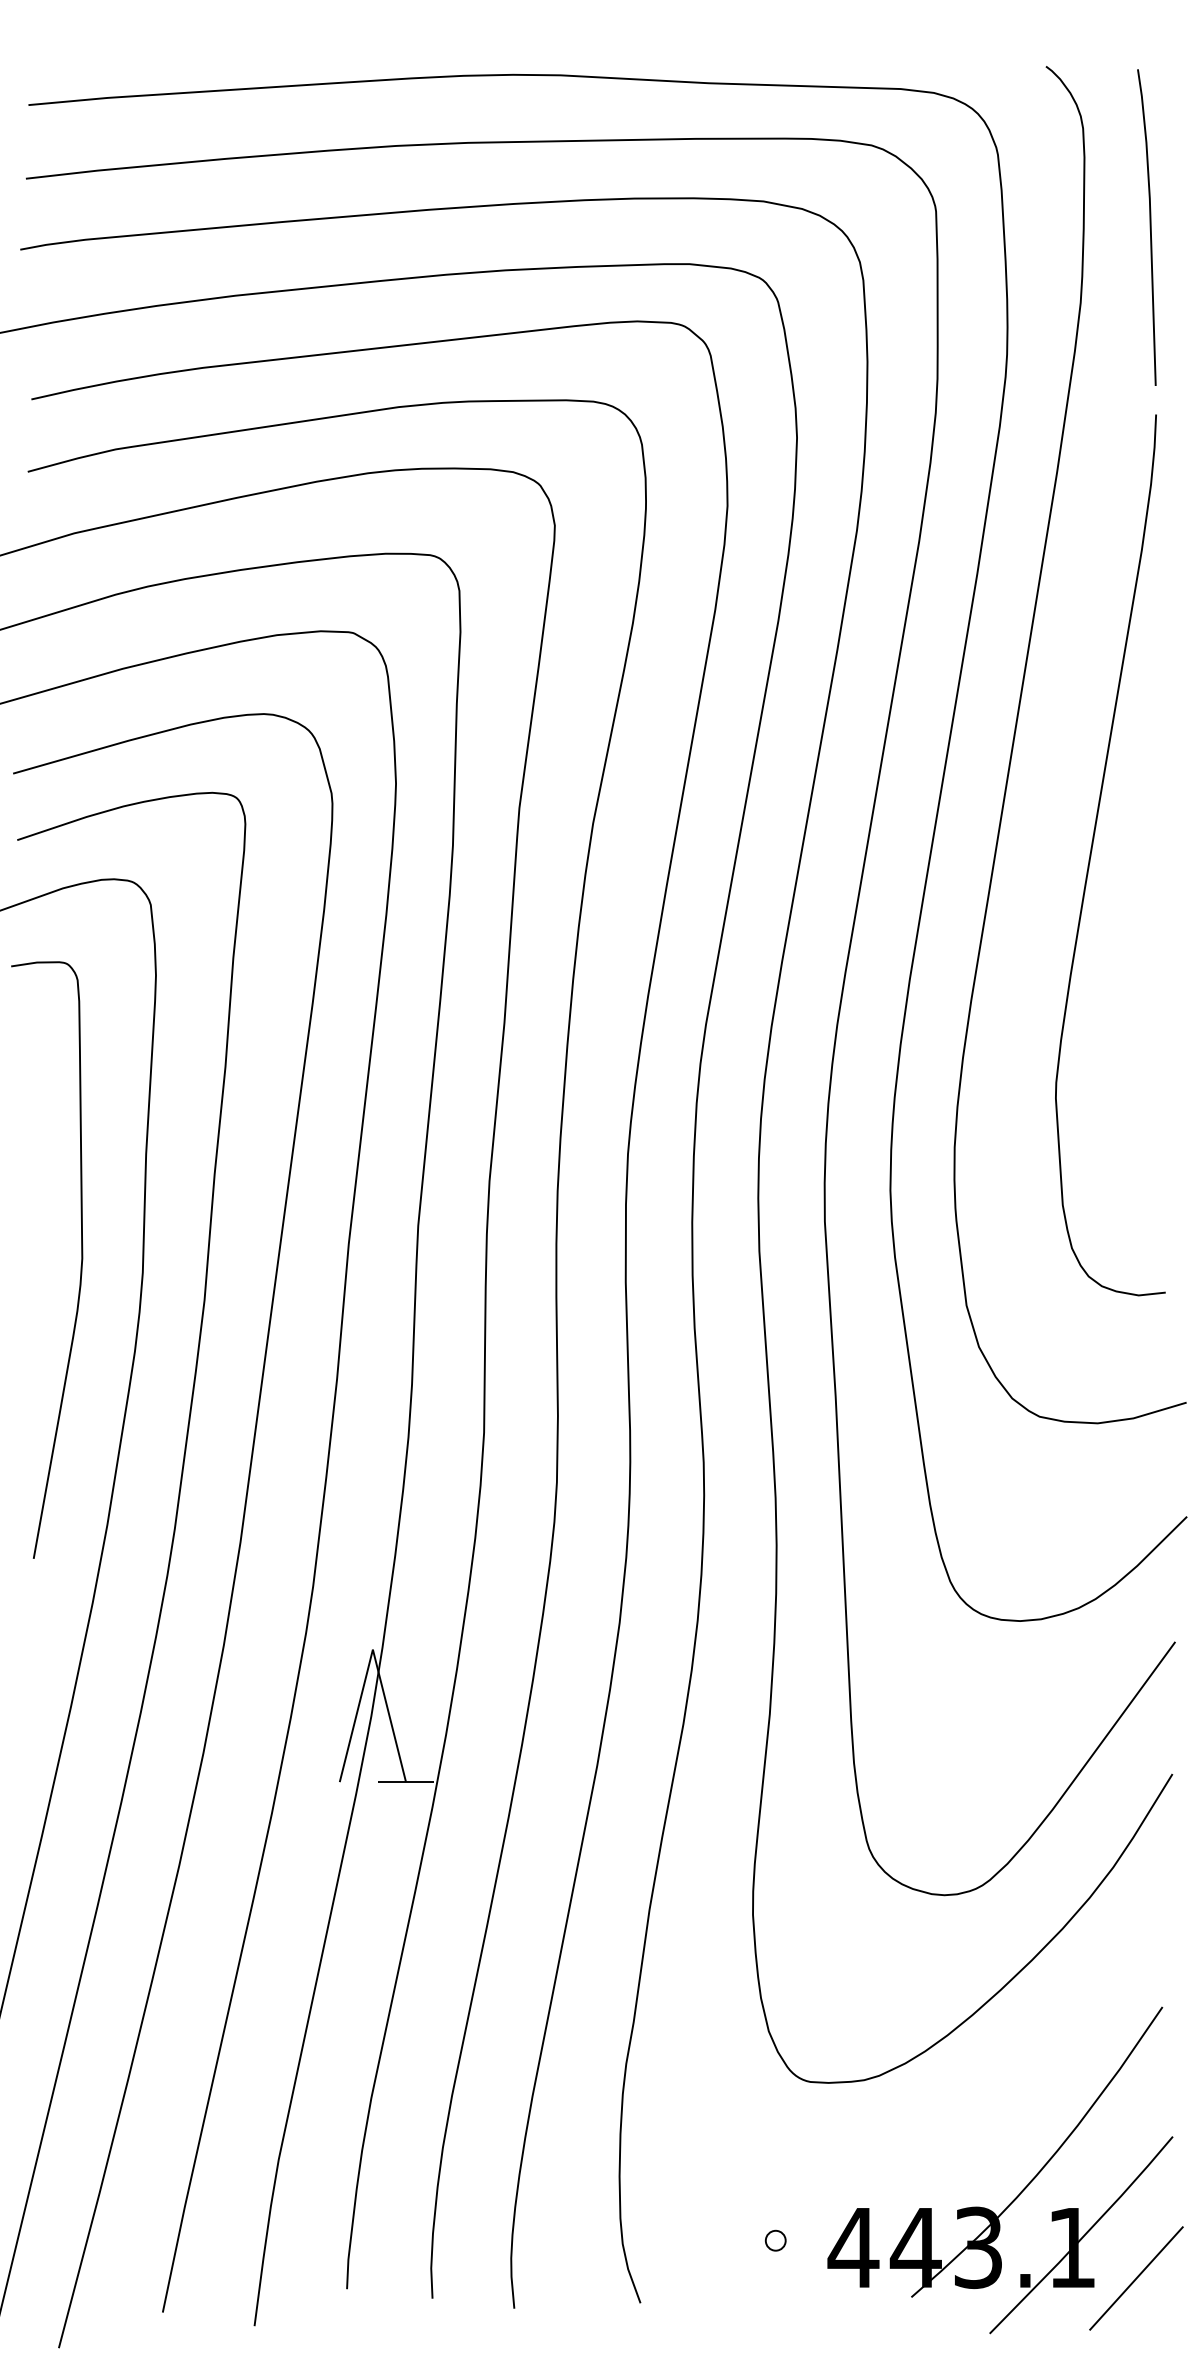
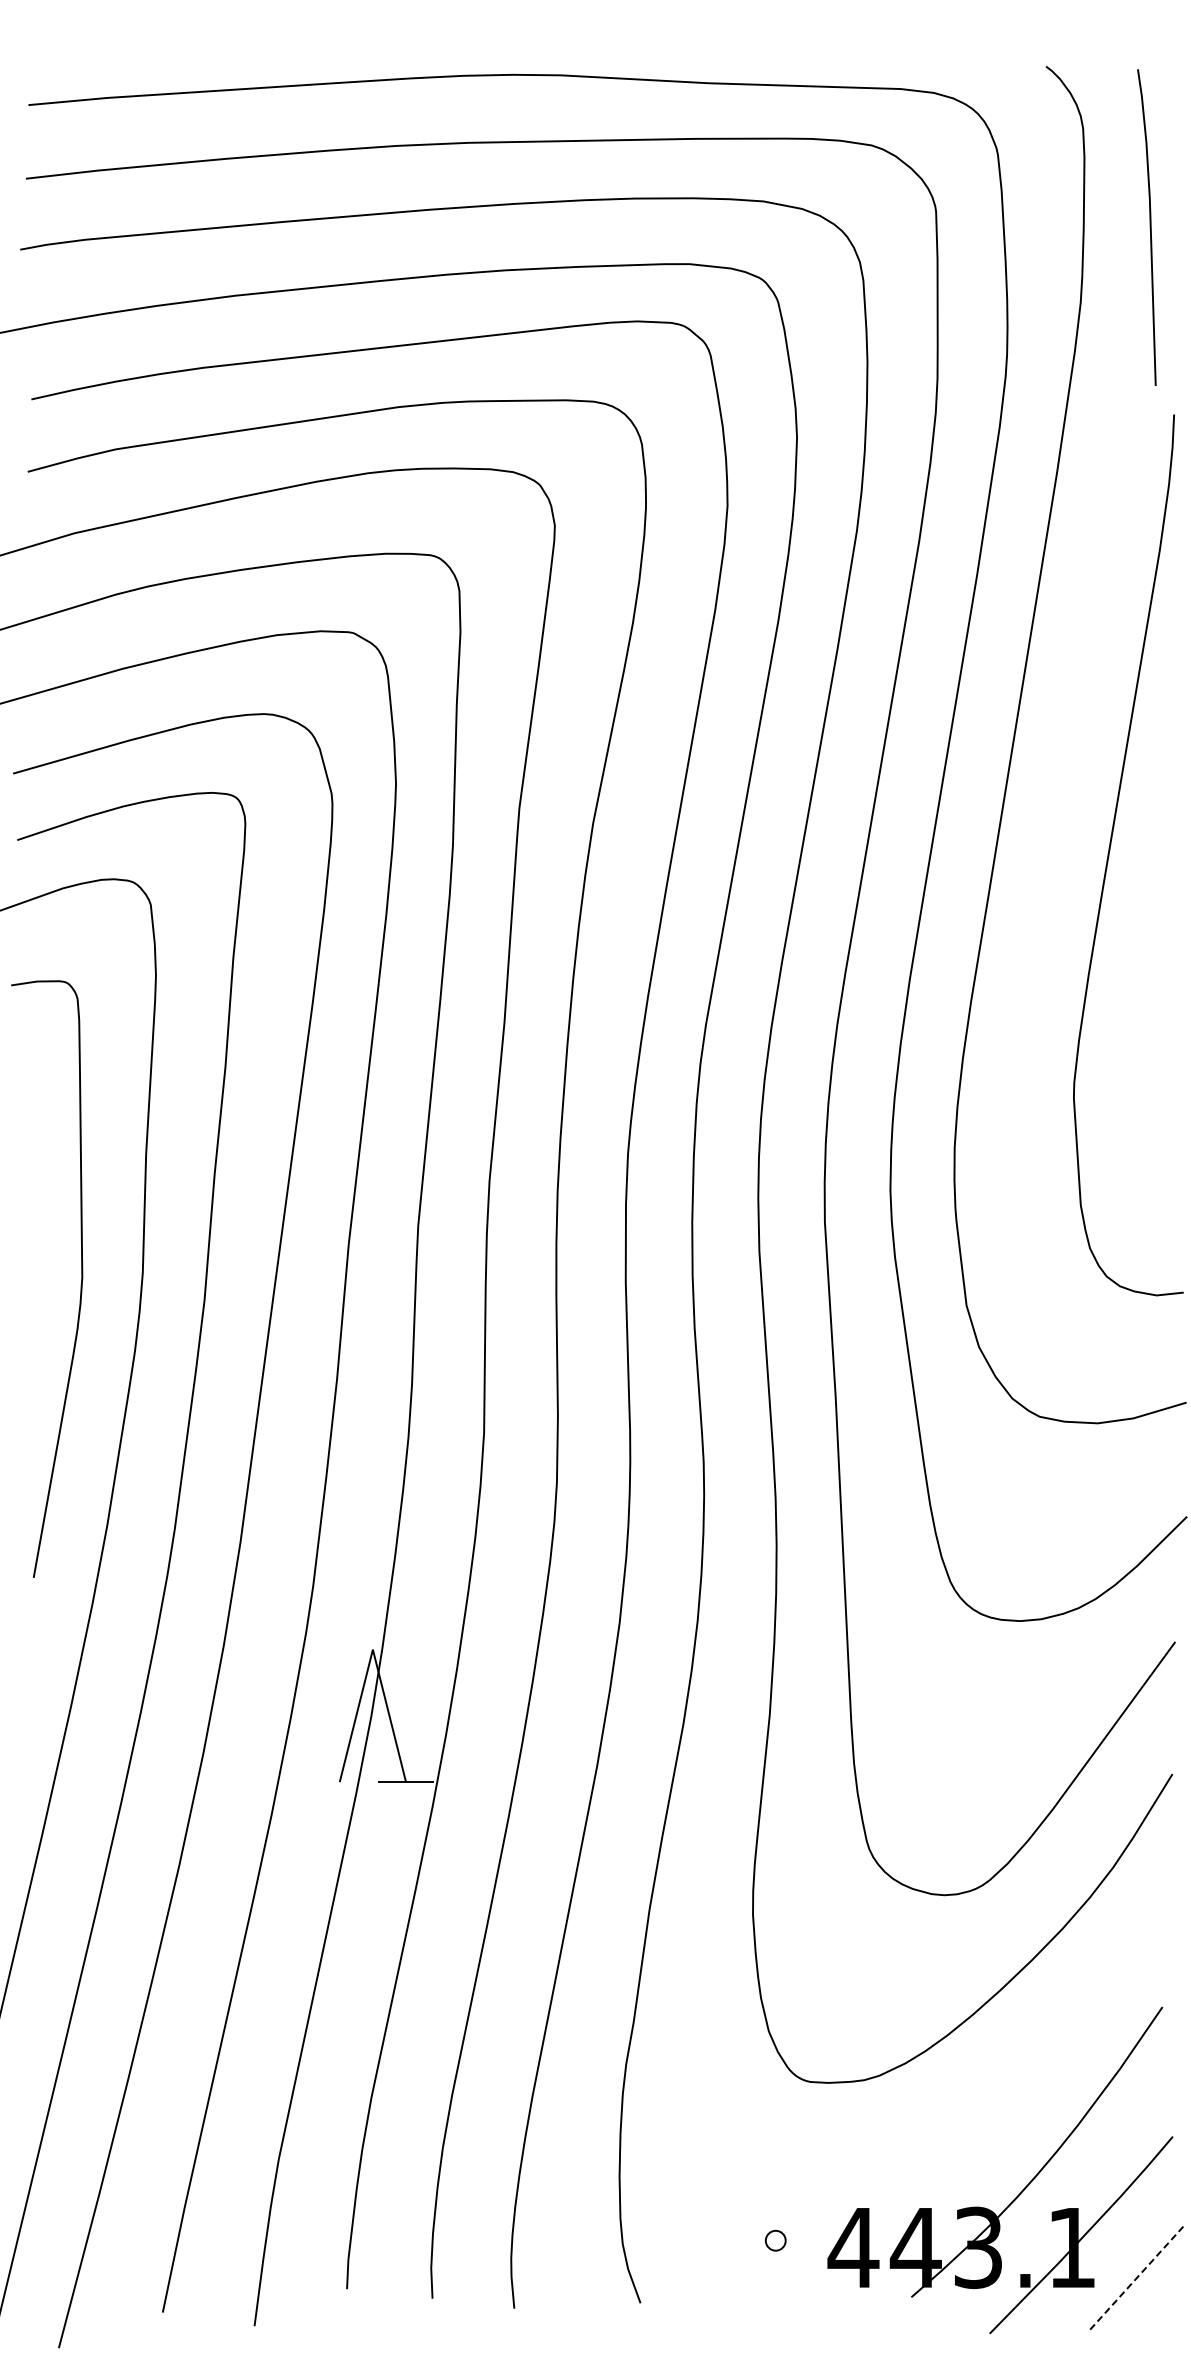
curve at (1092, 850) position: (1092, 850) -> (1110, 850)
curve at (80, 1265) position: (80, 1265) -> (80, 1284)
line at (1136, 2278): solid -> dashed
